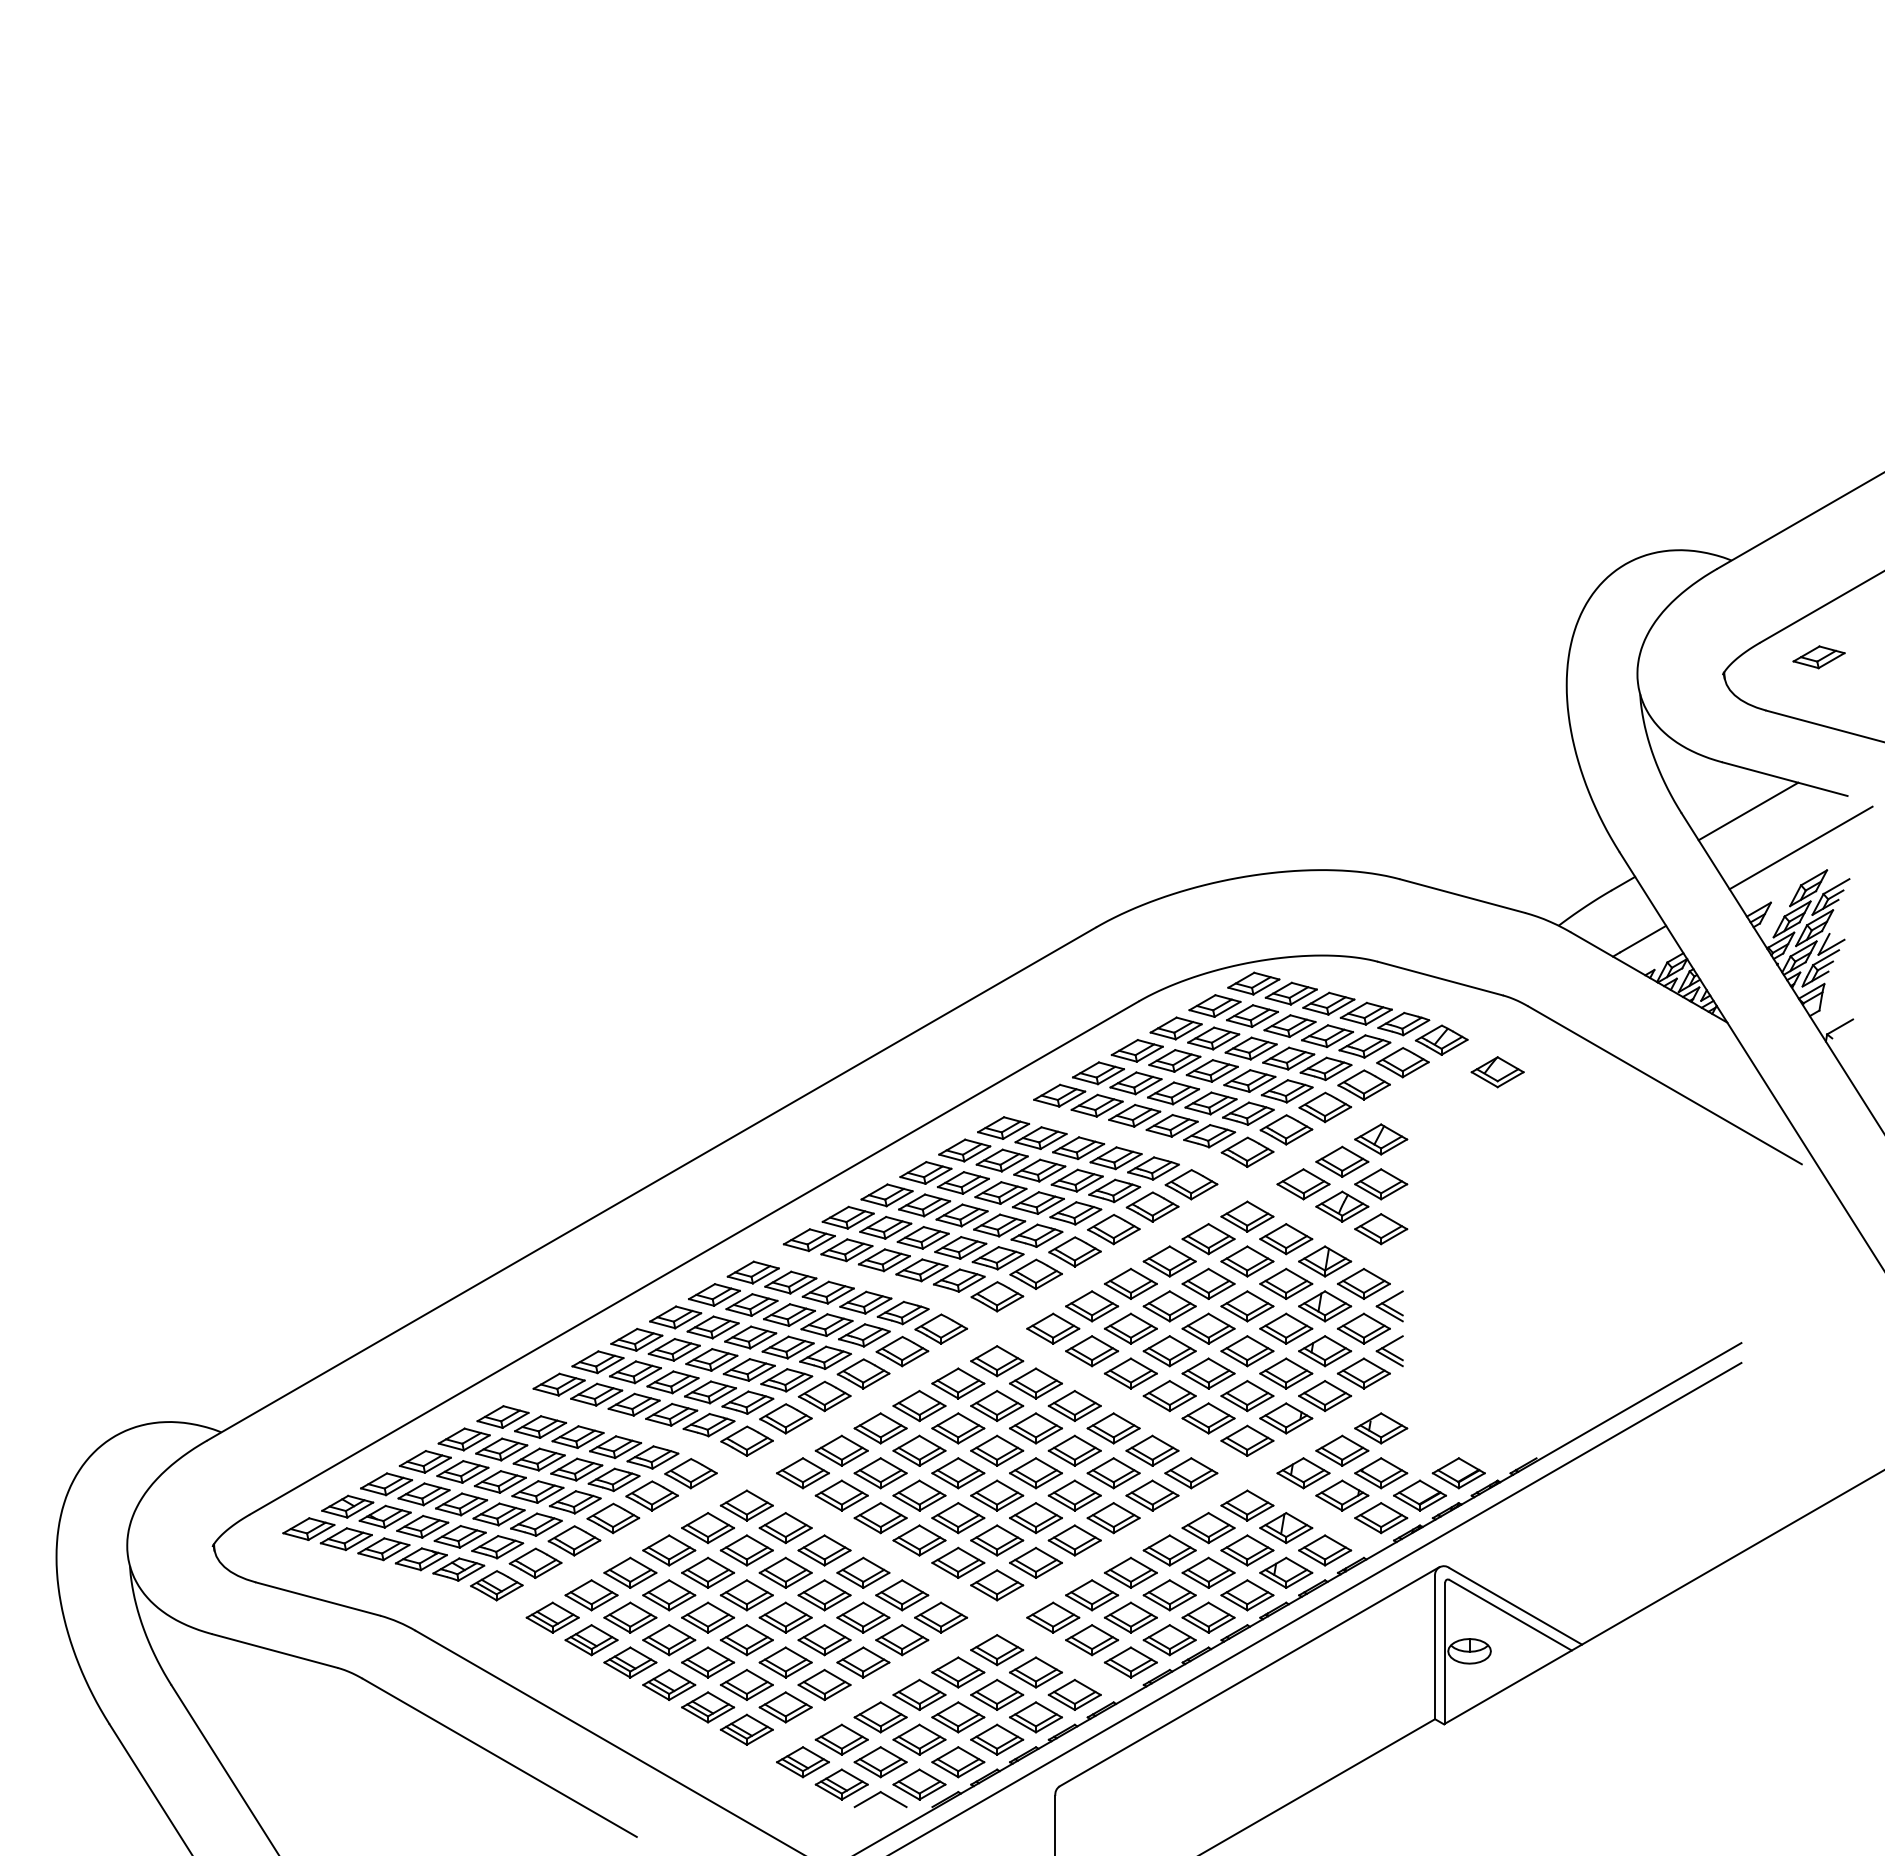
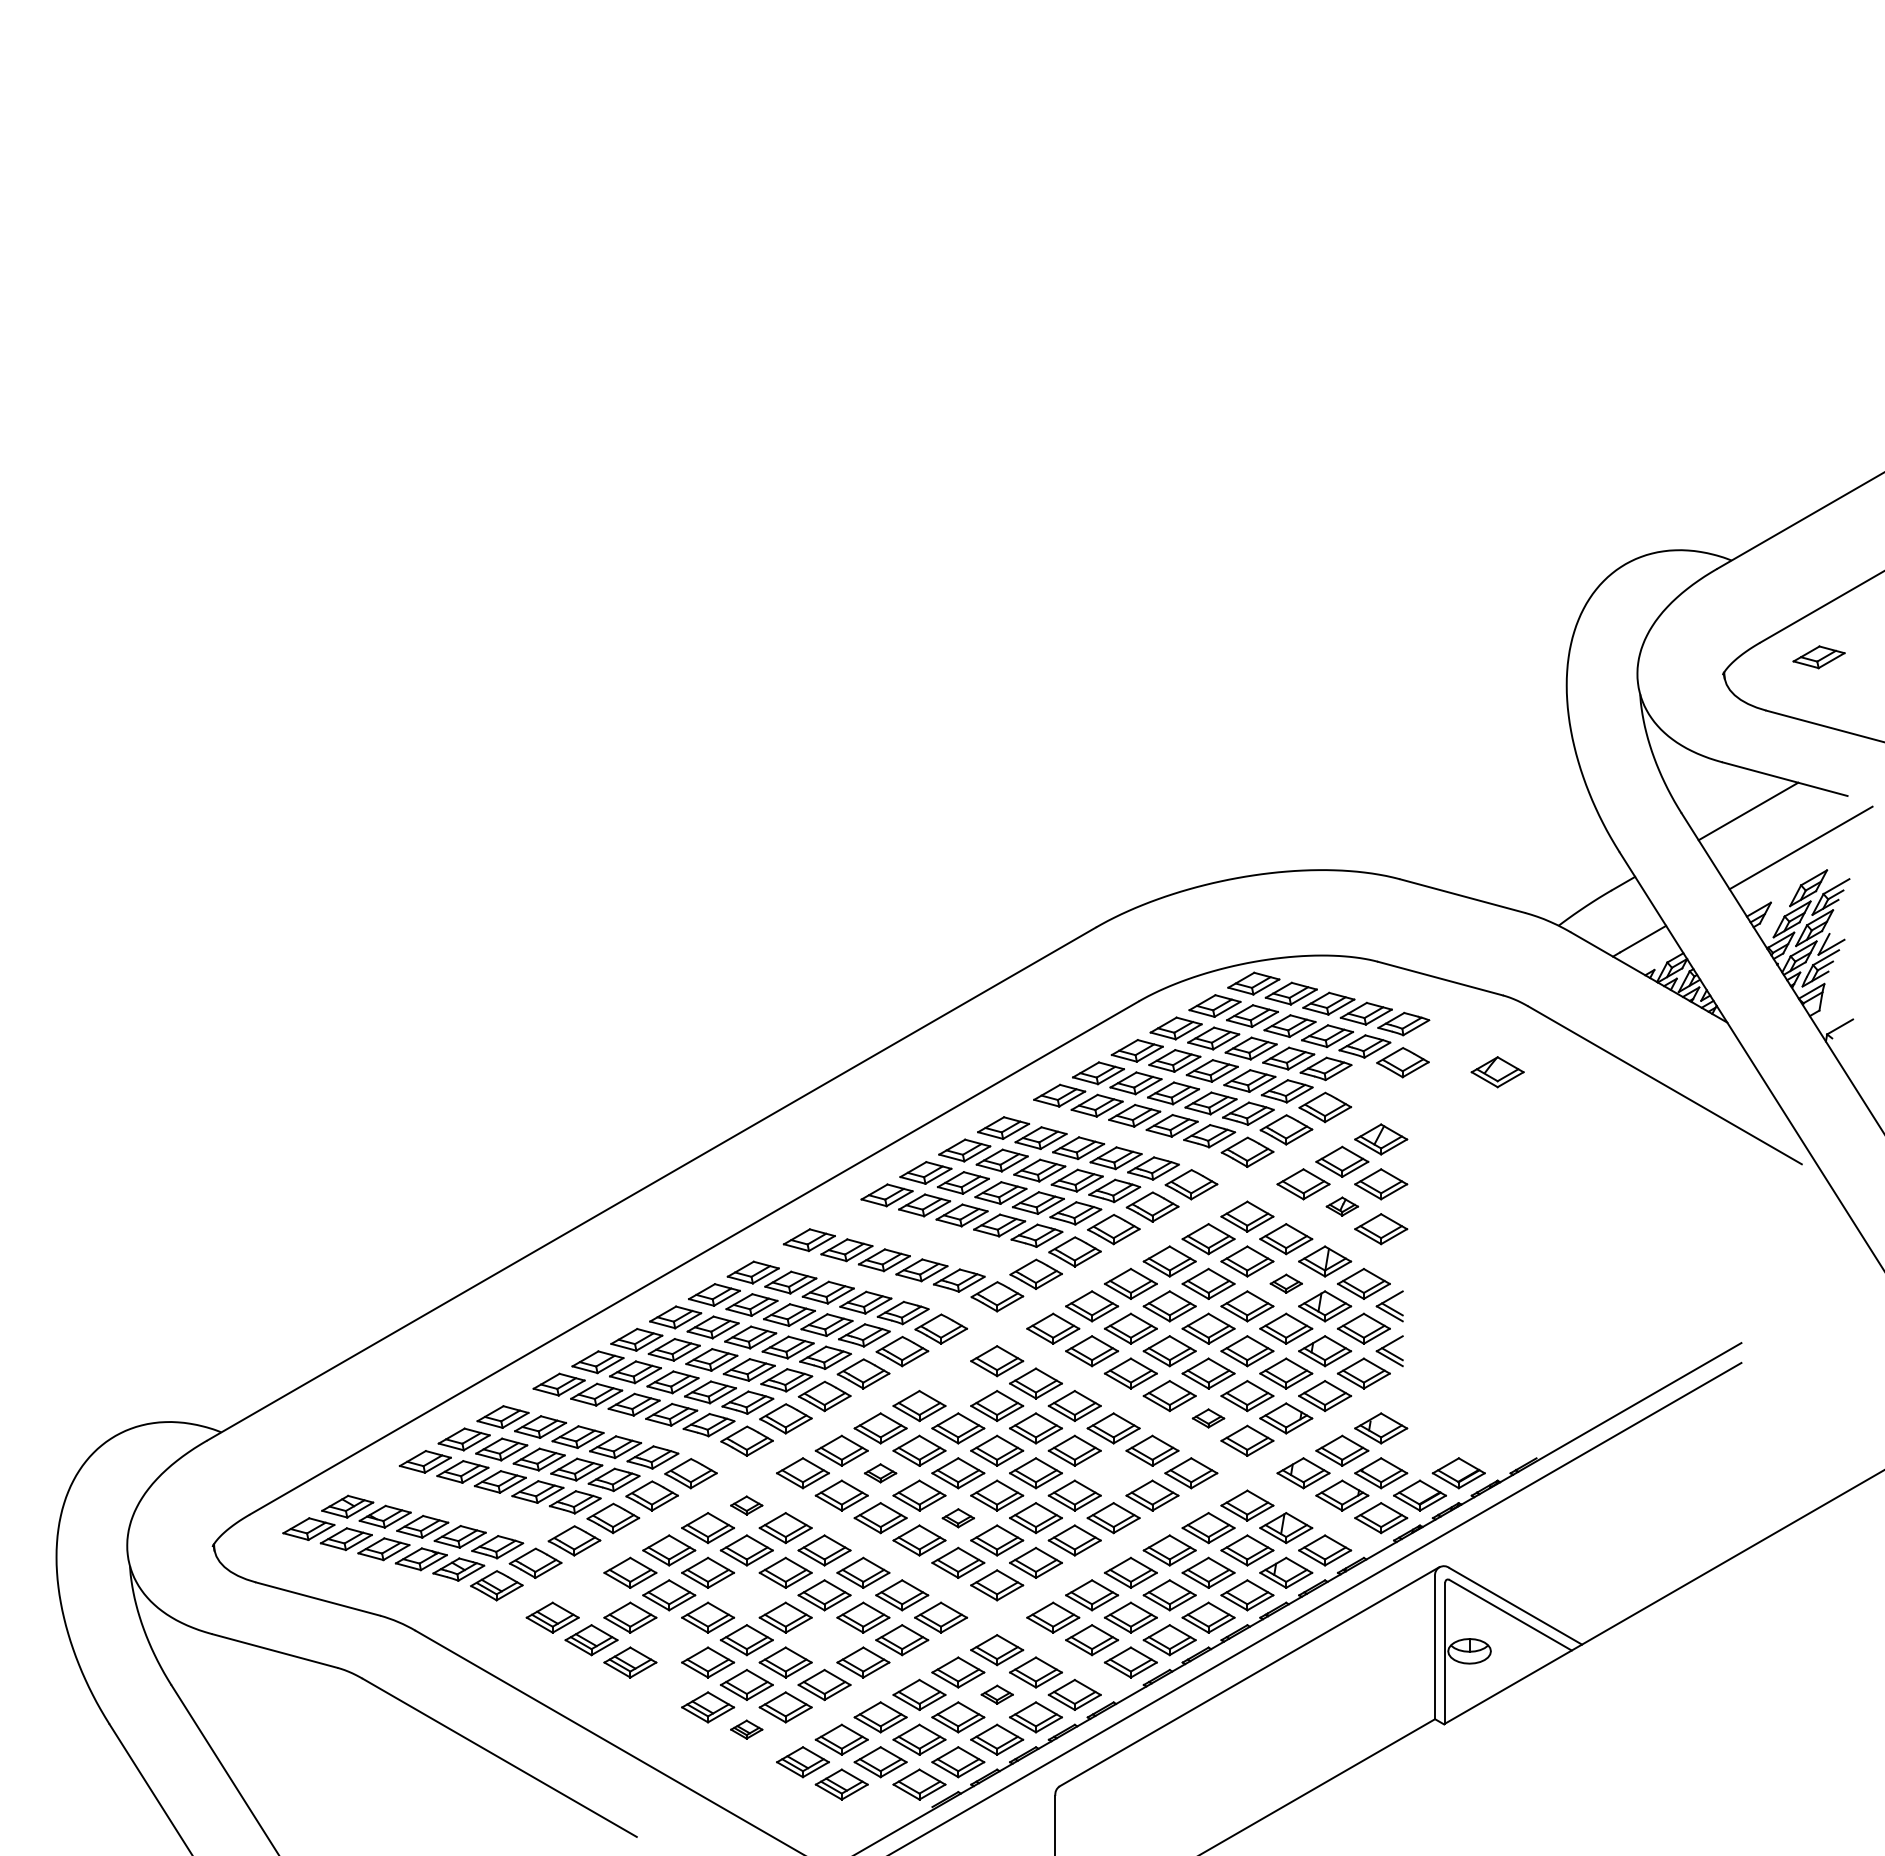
part at (1441, 1039): present -> none
part at (1363, 1084): present -> none
part at (1342, 1206) size: 55x33 px -> 35x21 px
part at (922, 1237): present -> none
part at (1286, 1283) size: 55x33 px -> 34x21 px
part at (958, 1383): present -> none
part at (1208, 1418) size: 55x33 px -> 35x21 px
part at (880, 1473) size: 55x33 px -> 35x21 px
part at (1113, 1473): present -> none
part at (461, 1504): present -> none
part at (746, 1505) size: 55x33 px -> 34x21 px
part at (958, 1518) size: 55x33 px -> 34x21 px
part at (591, 1595): present -> none
part at (746, 1595): present -> none
part at (669, 1640): present -> none
part at (824, 1640): present -> none
part at (669, 1684): present -> none
part at (997, 1694) size: 55x33 px -> 34x21 px
part at (746, 1729) size: 55x33 px -> 34x21 px
part at (880, 1799): present -> none
